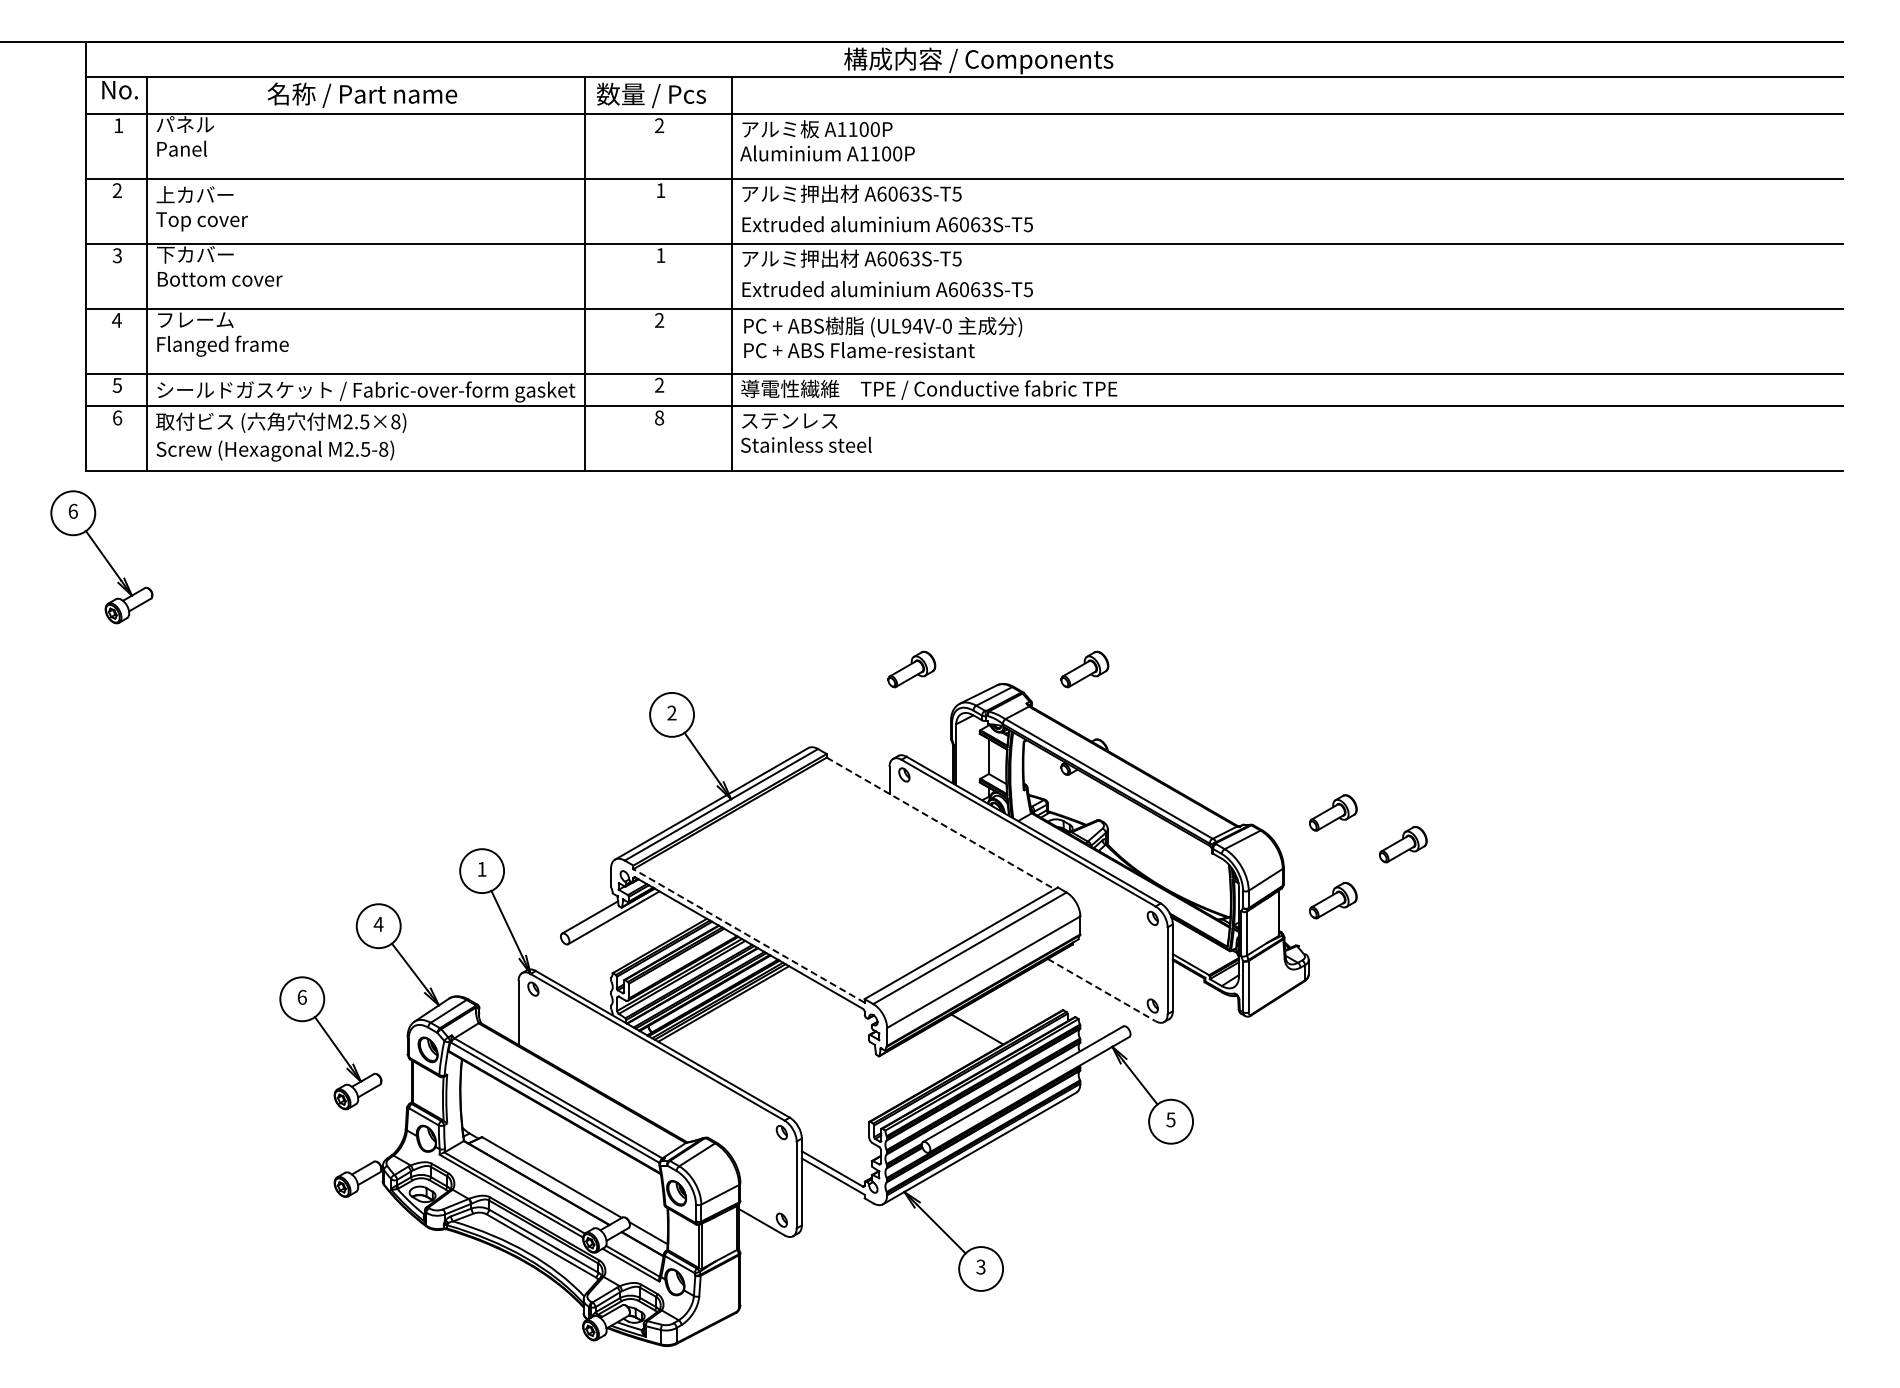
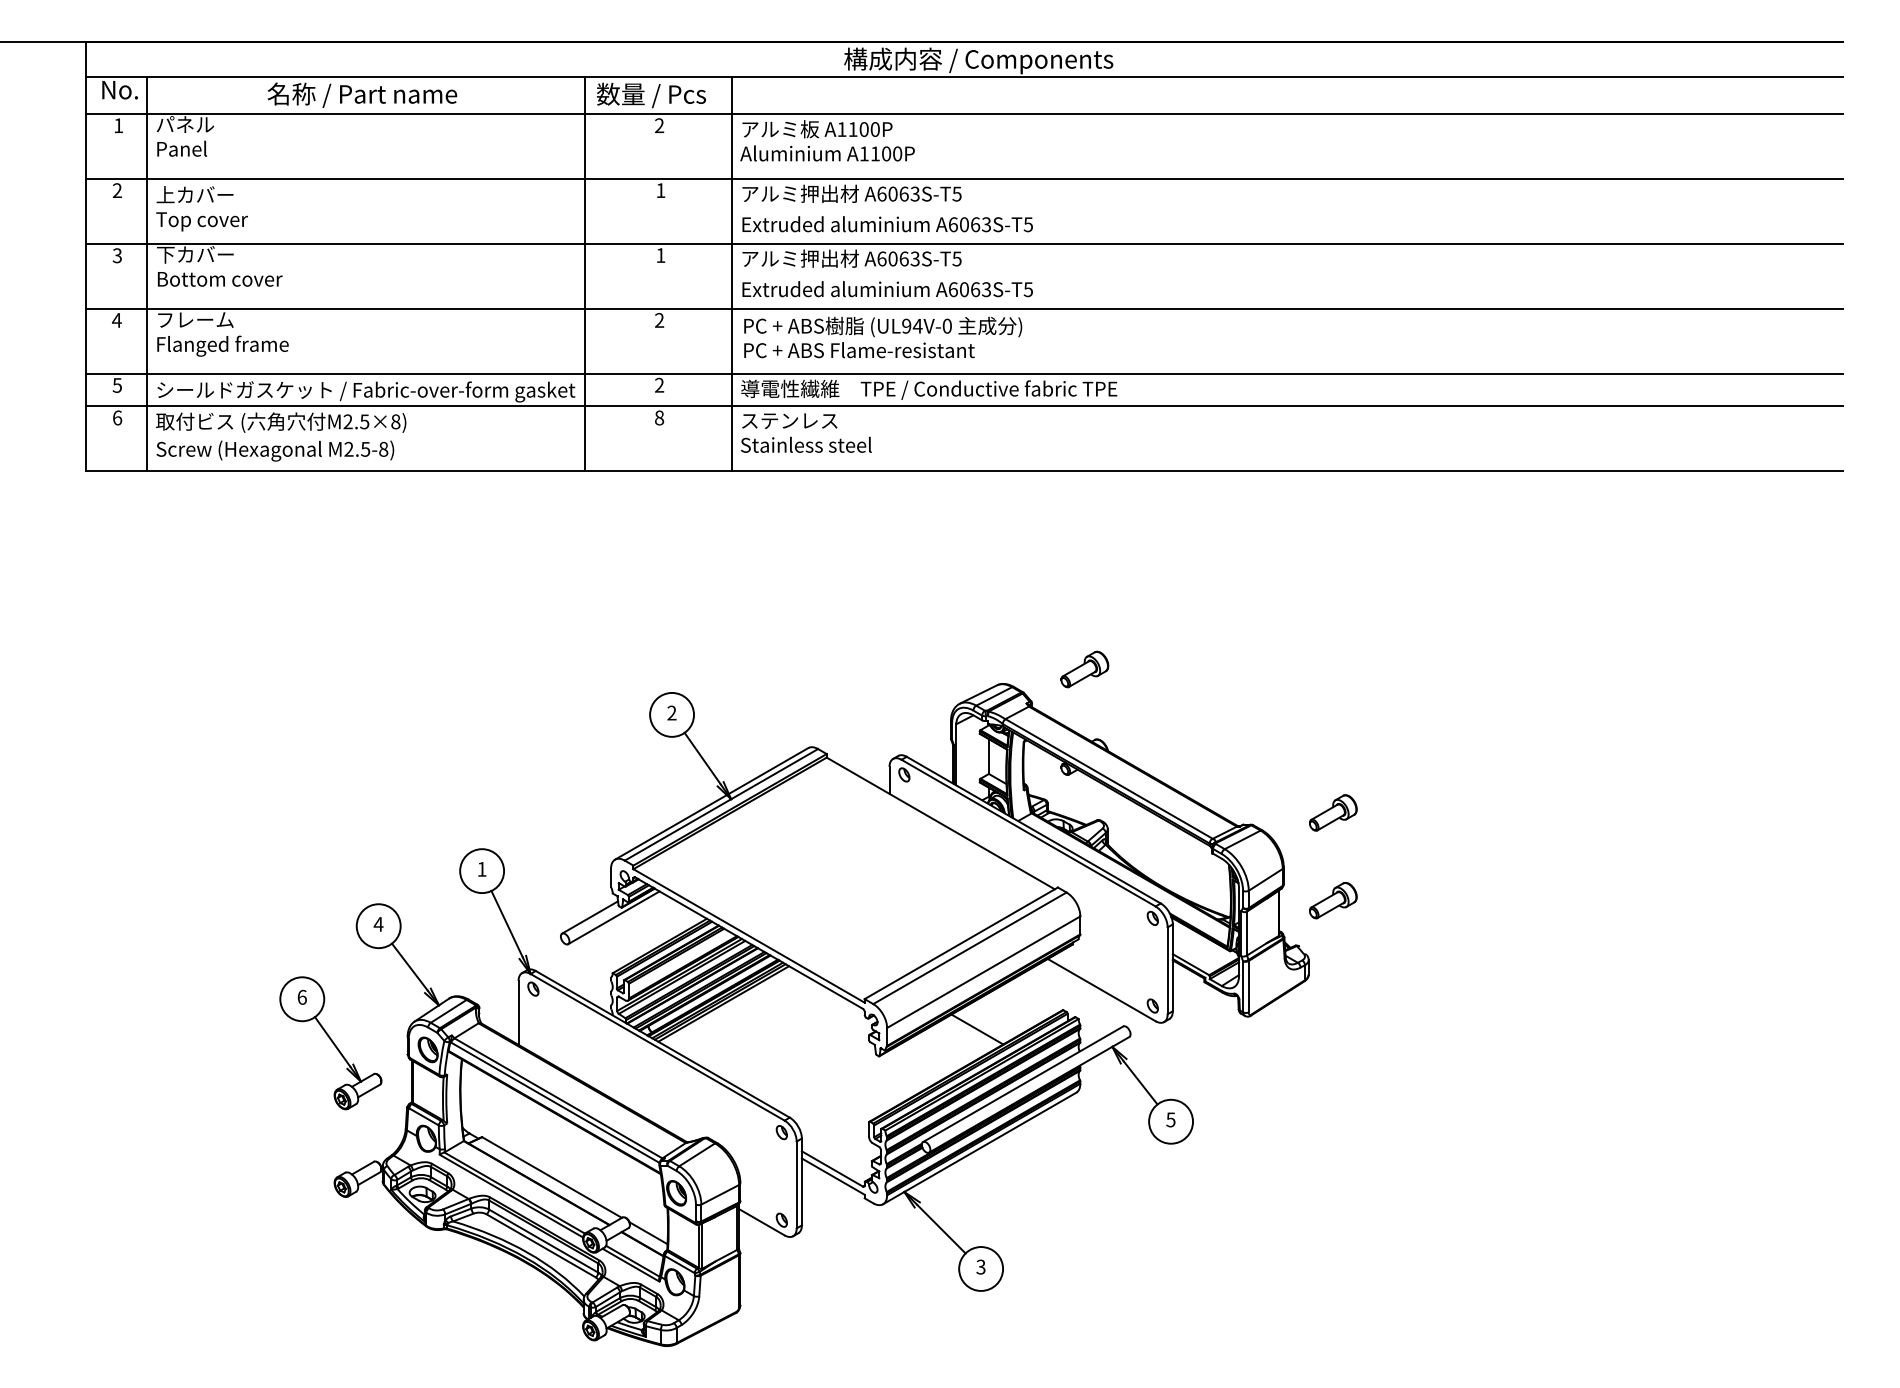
part at (101, 557): present -> none
part at (911, 669): present -> none
line at (940, 823): dashed -> solid
part at (1403, 844): present -> none
line at (748, 935): dashed -> solid
line at (1102, 990): dashed -> solid
